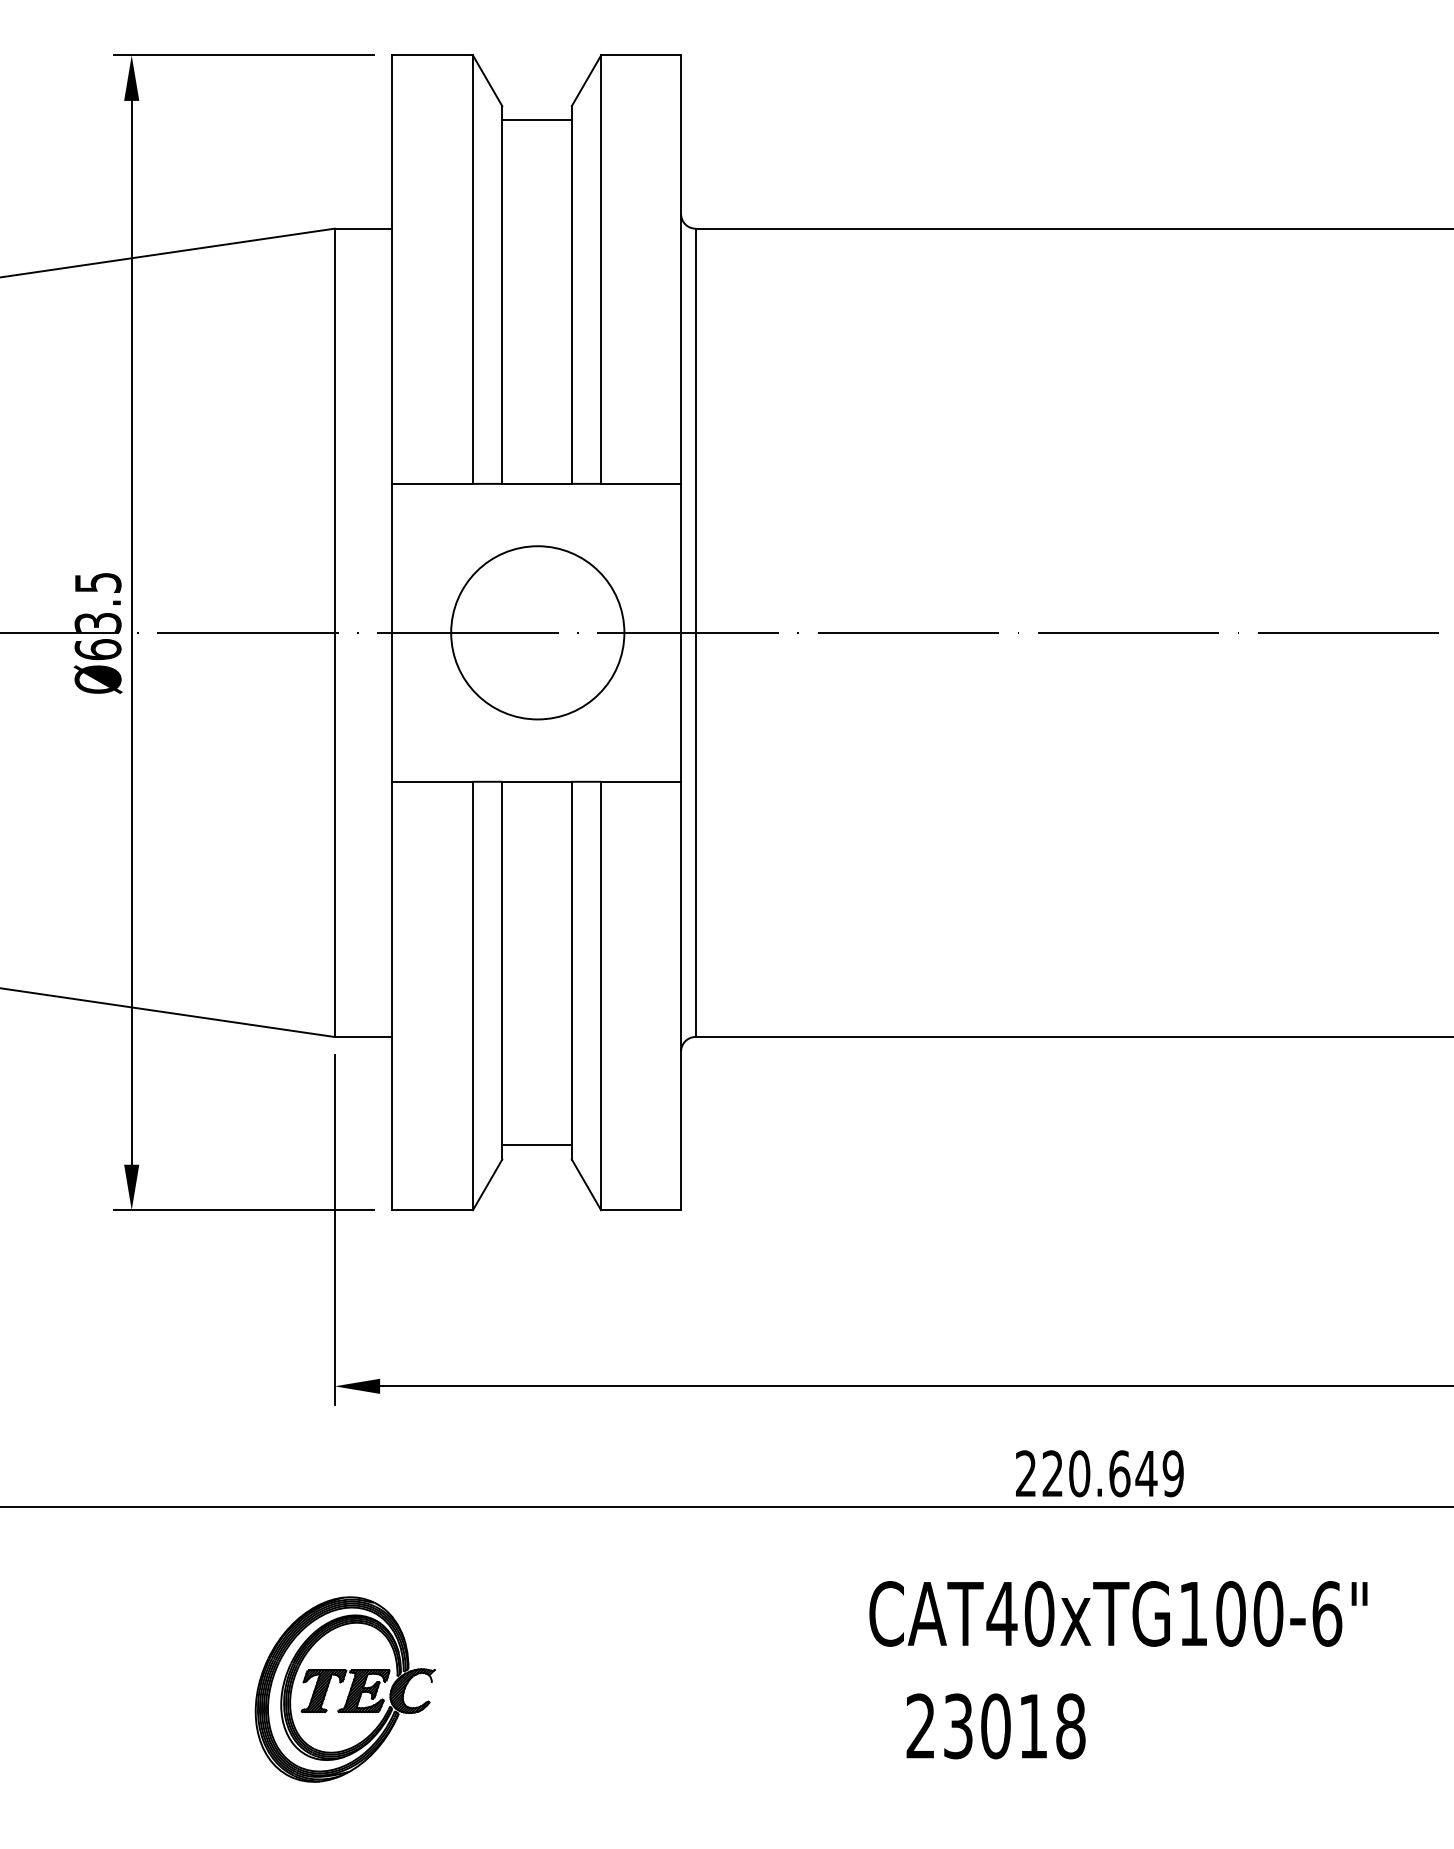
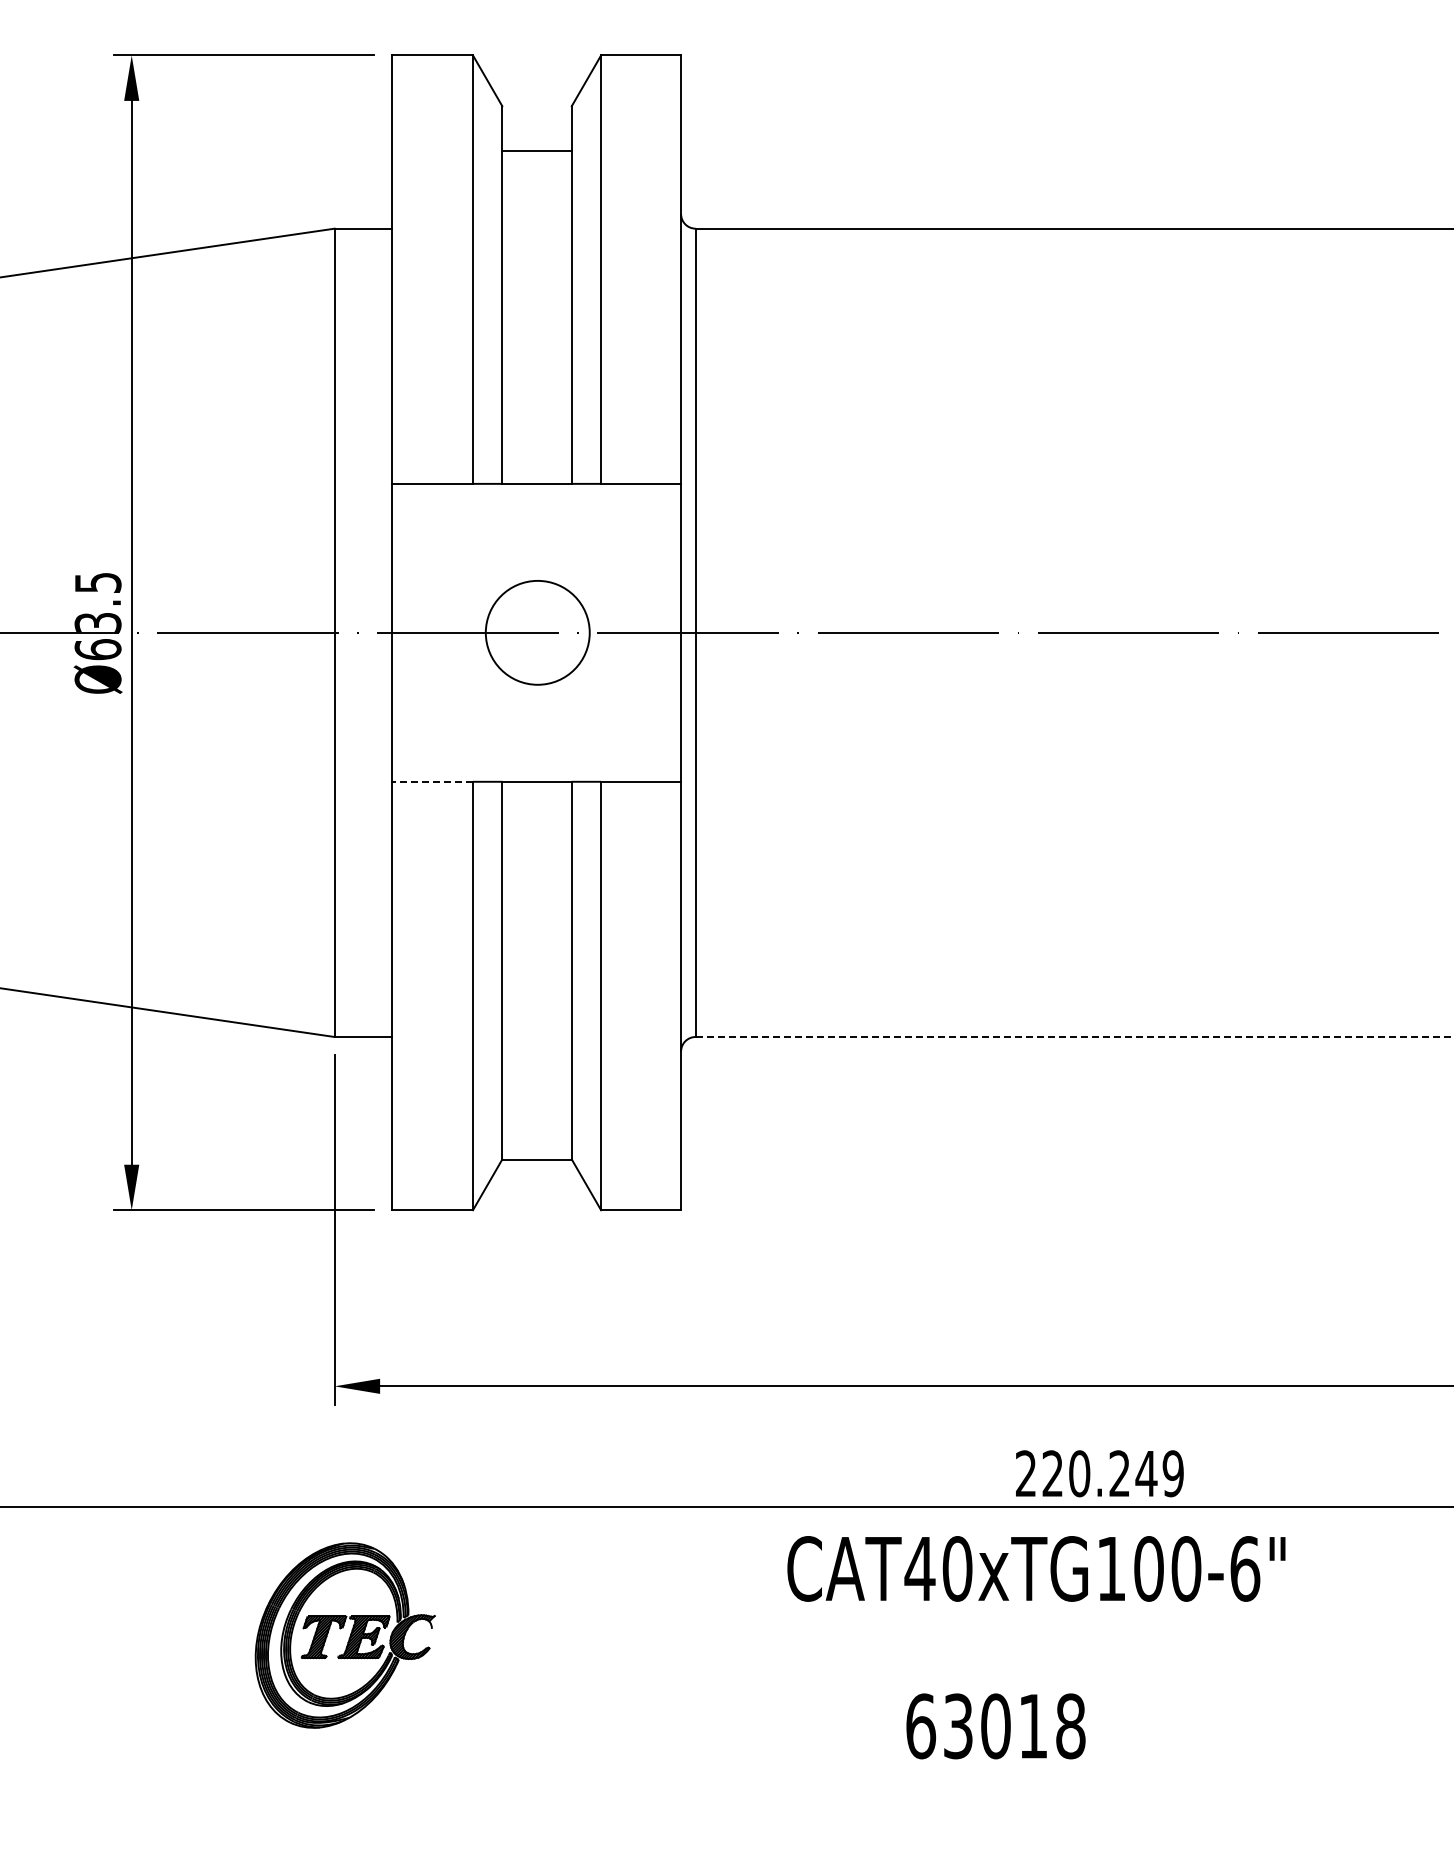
line at (536, 120) position: (536, 120) -> (536, 151)
circle at (537, 632) diameter: 173 px -> 104 px
line at (432, 781): solid -> dashed
line at (1074, 1037): solid -> dashed
line at (536, 1145) position: (536, 1145) -> (536, 1160)
text at (1119, 1473): 220.649 -> 220.249
text at (1118, 1613) position: (1118, 1613) -> (1036, 1568)
part at (344, 1689) position: (344, 1689) -> (344, 1635)
text at (921, 1726): 23018 -> 63018
